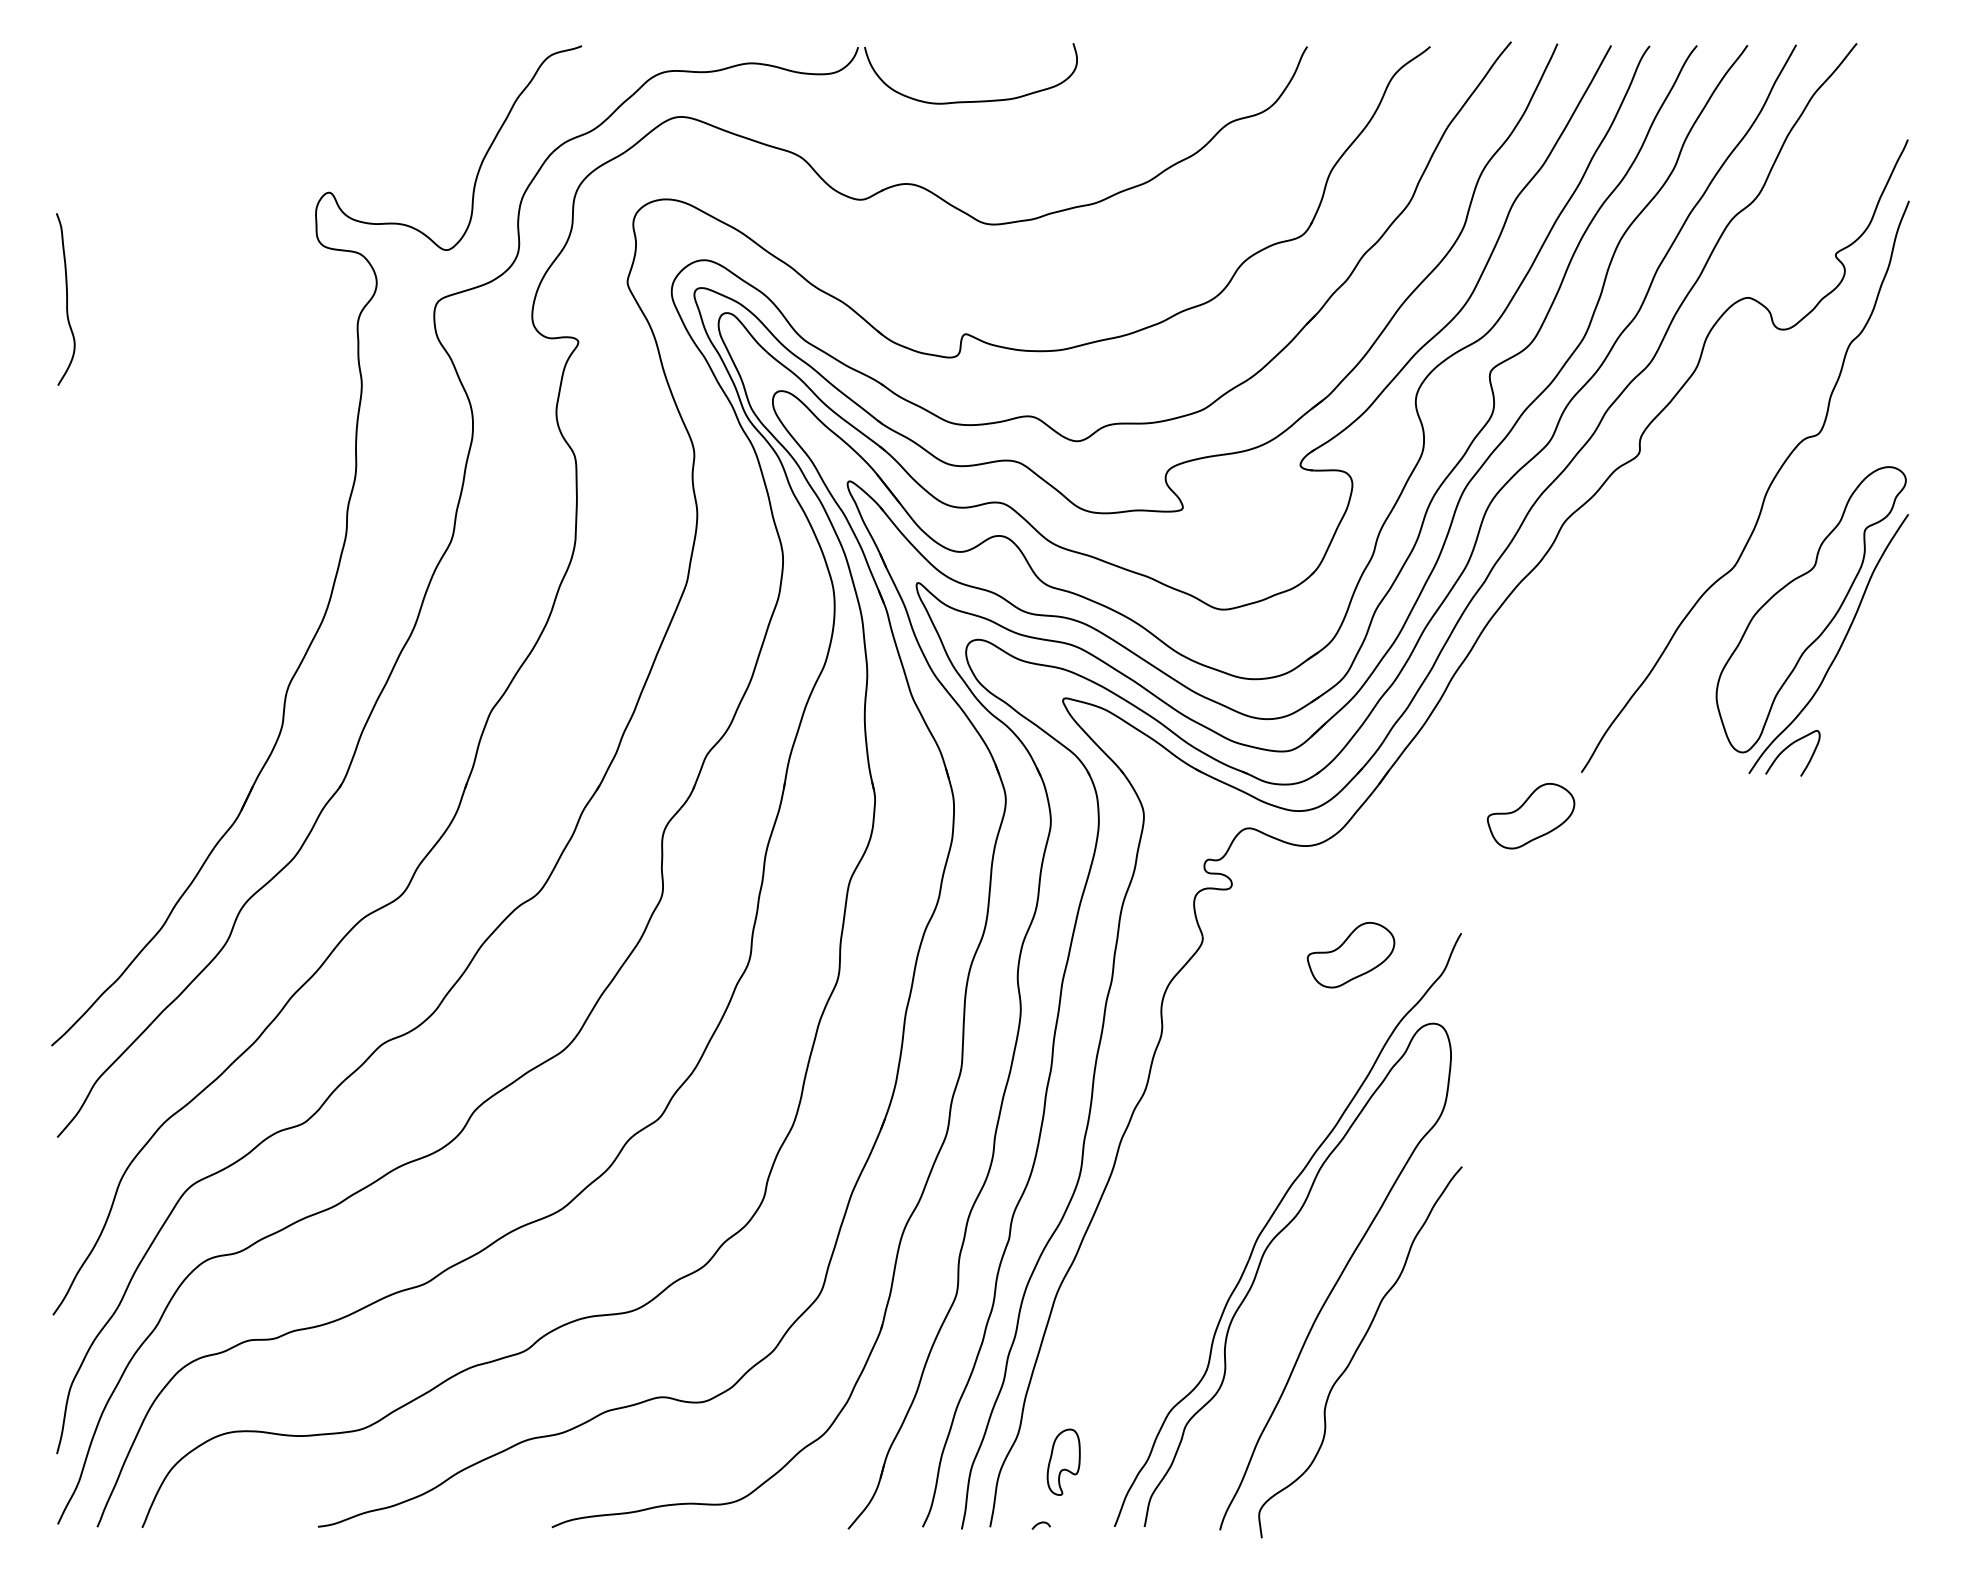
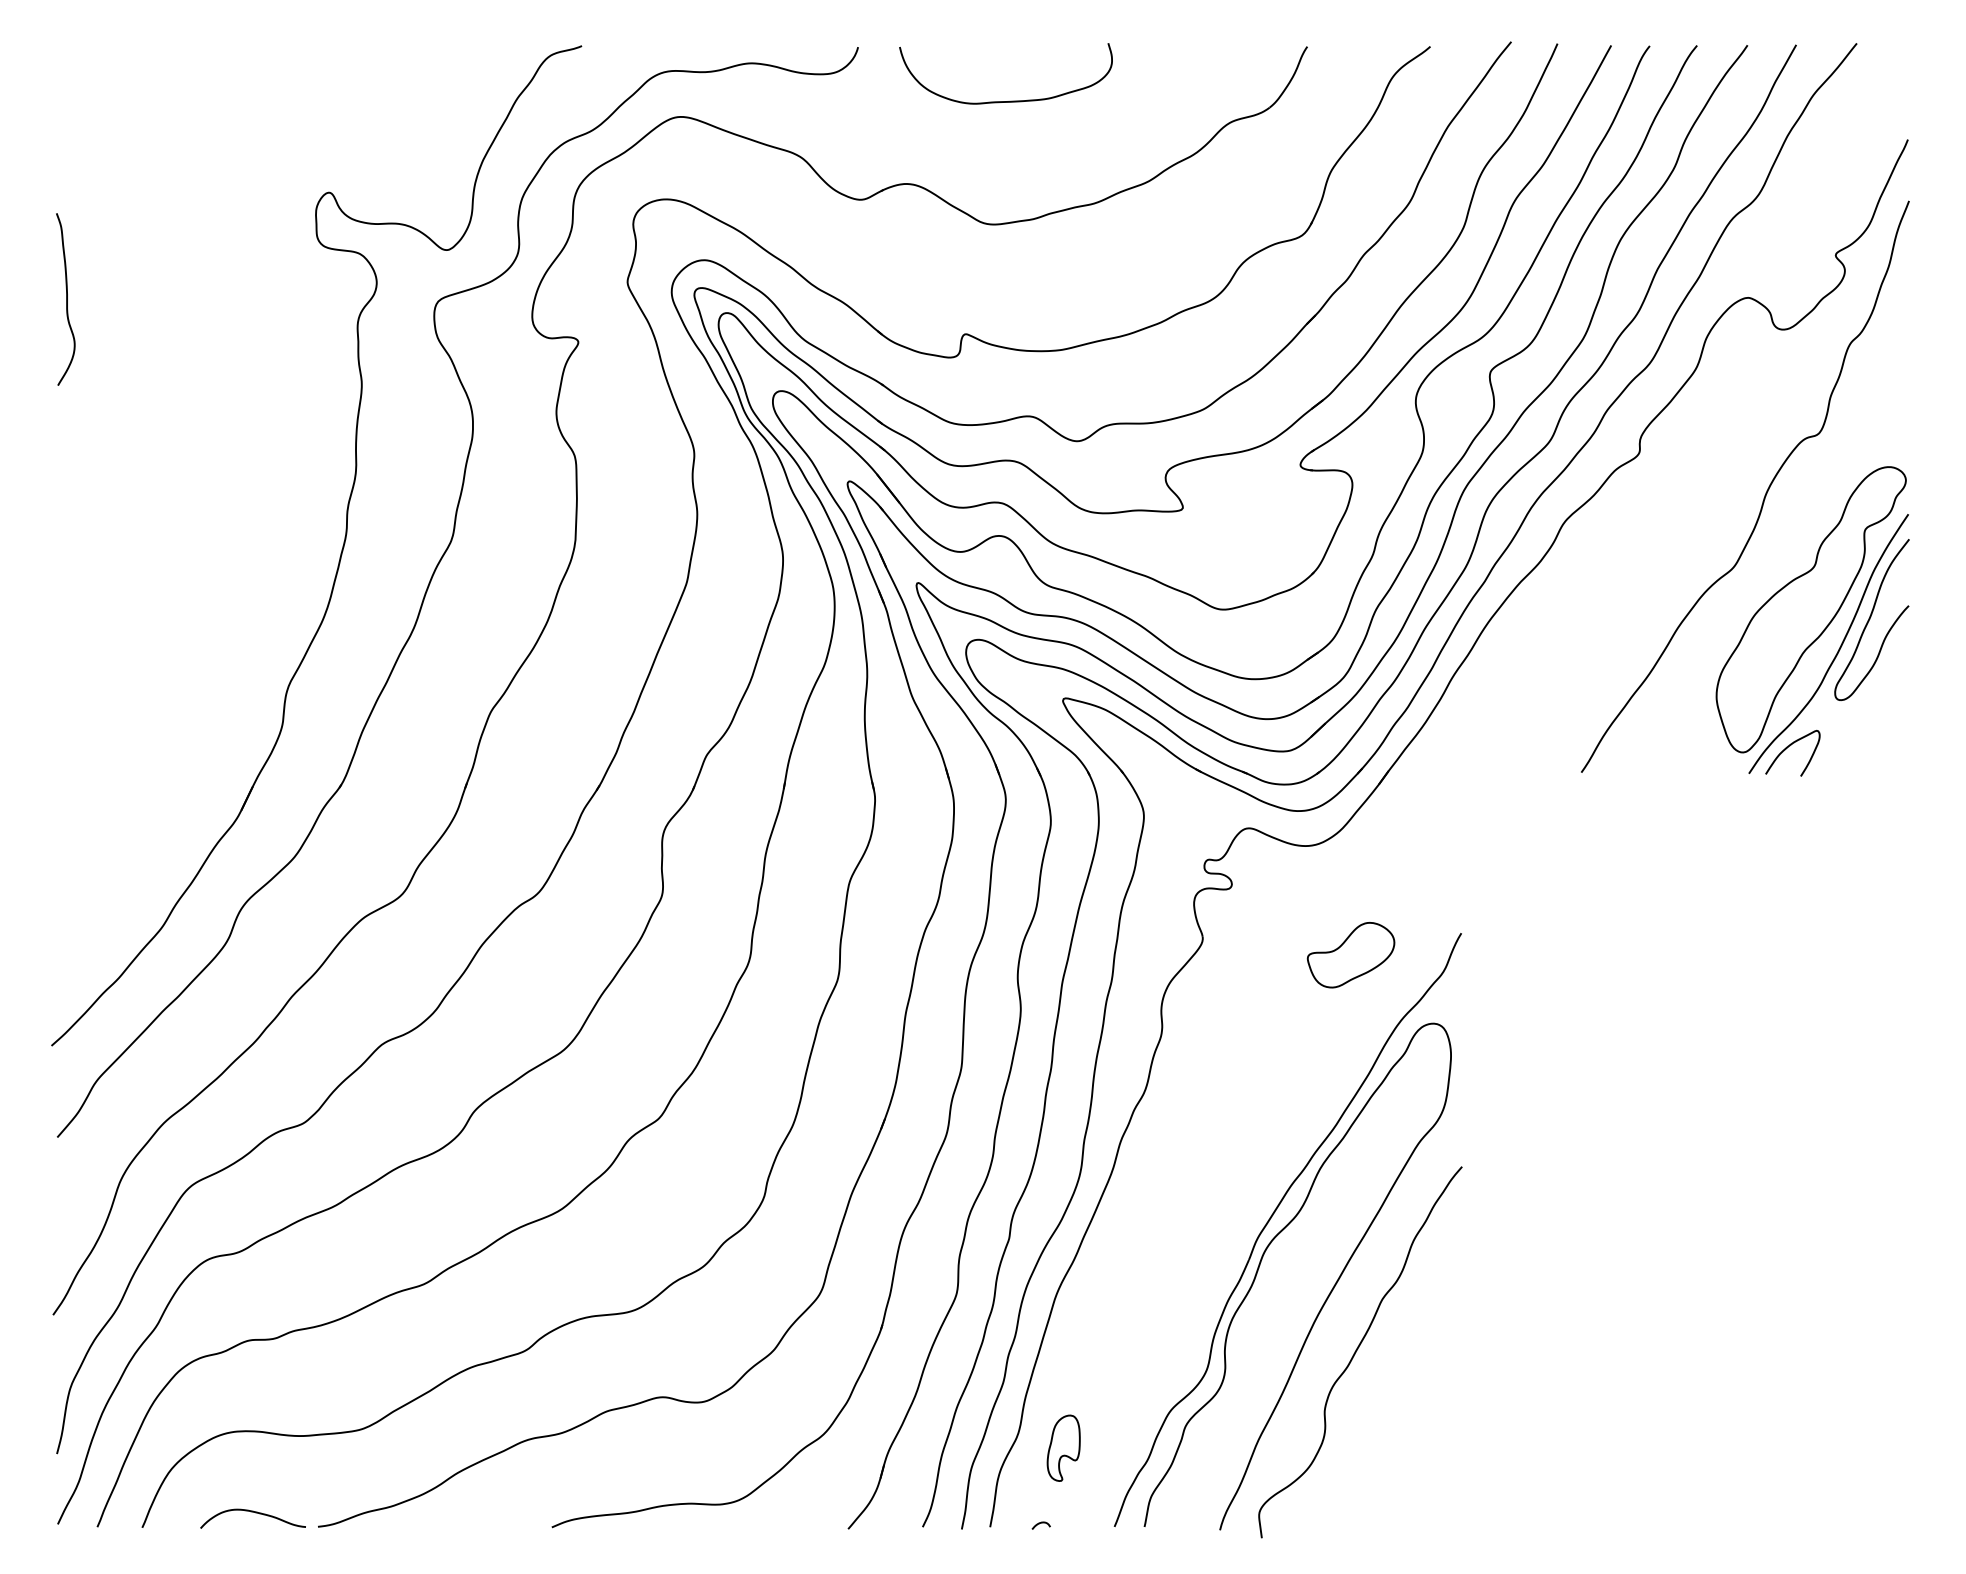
curve at (975, 100) position: (975, 100) -> (1010, 100)
curve at (1870, 619): none -> present
part at (1530, 816): present -> none
part at (1063, 1461) position: (1063, 1461) -> (1063, 1447)
curve at (255, 1513): none -> present
